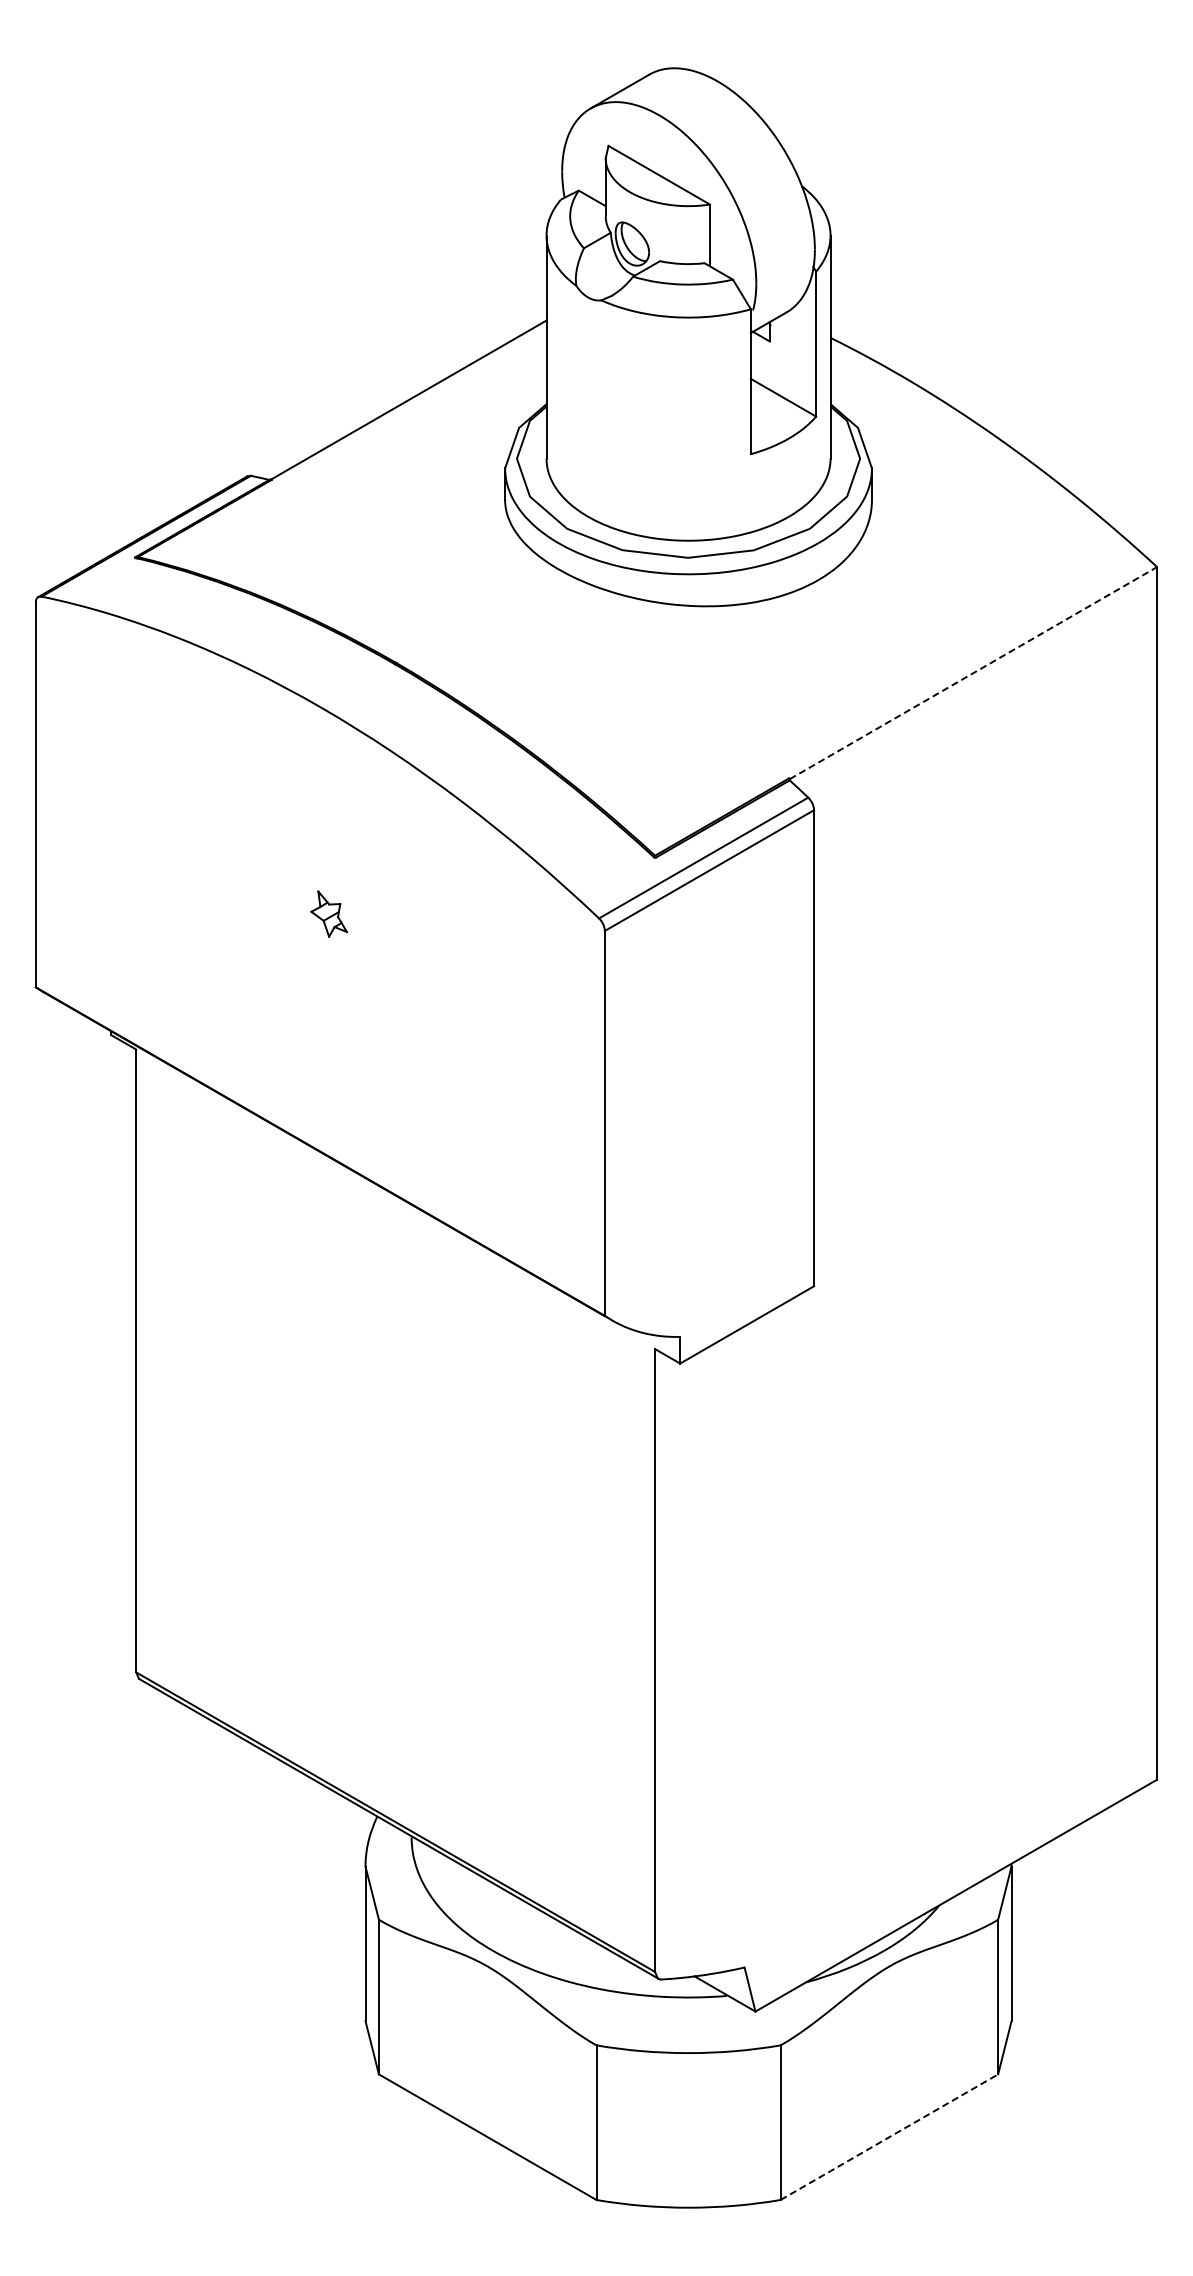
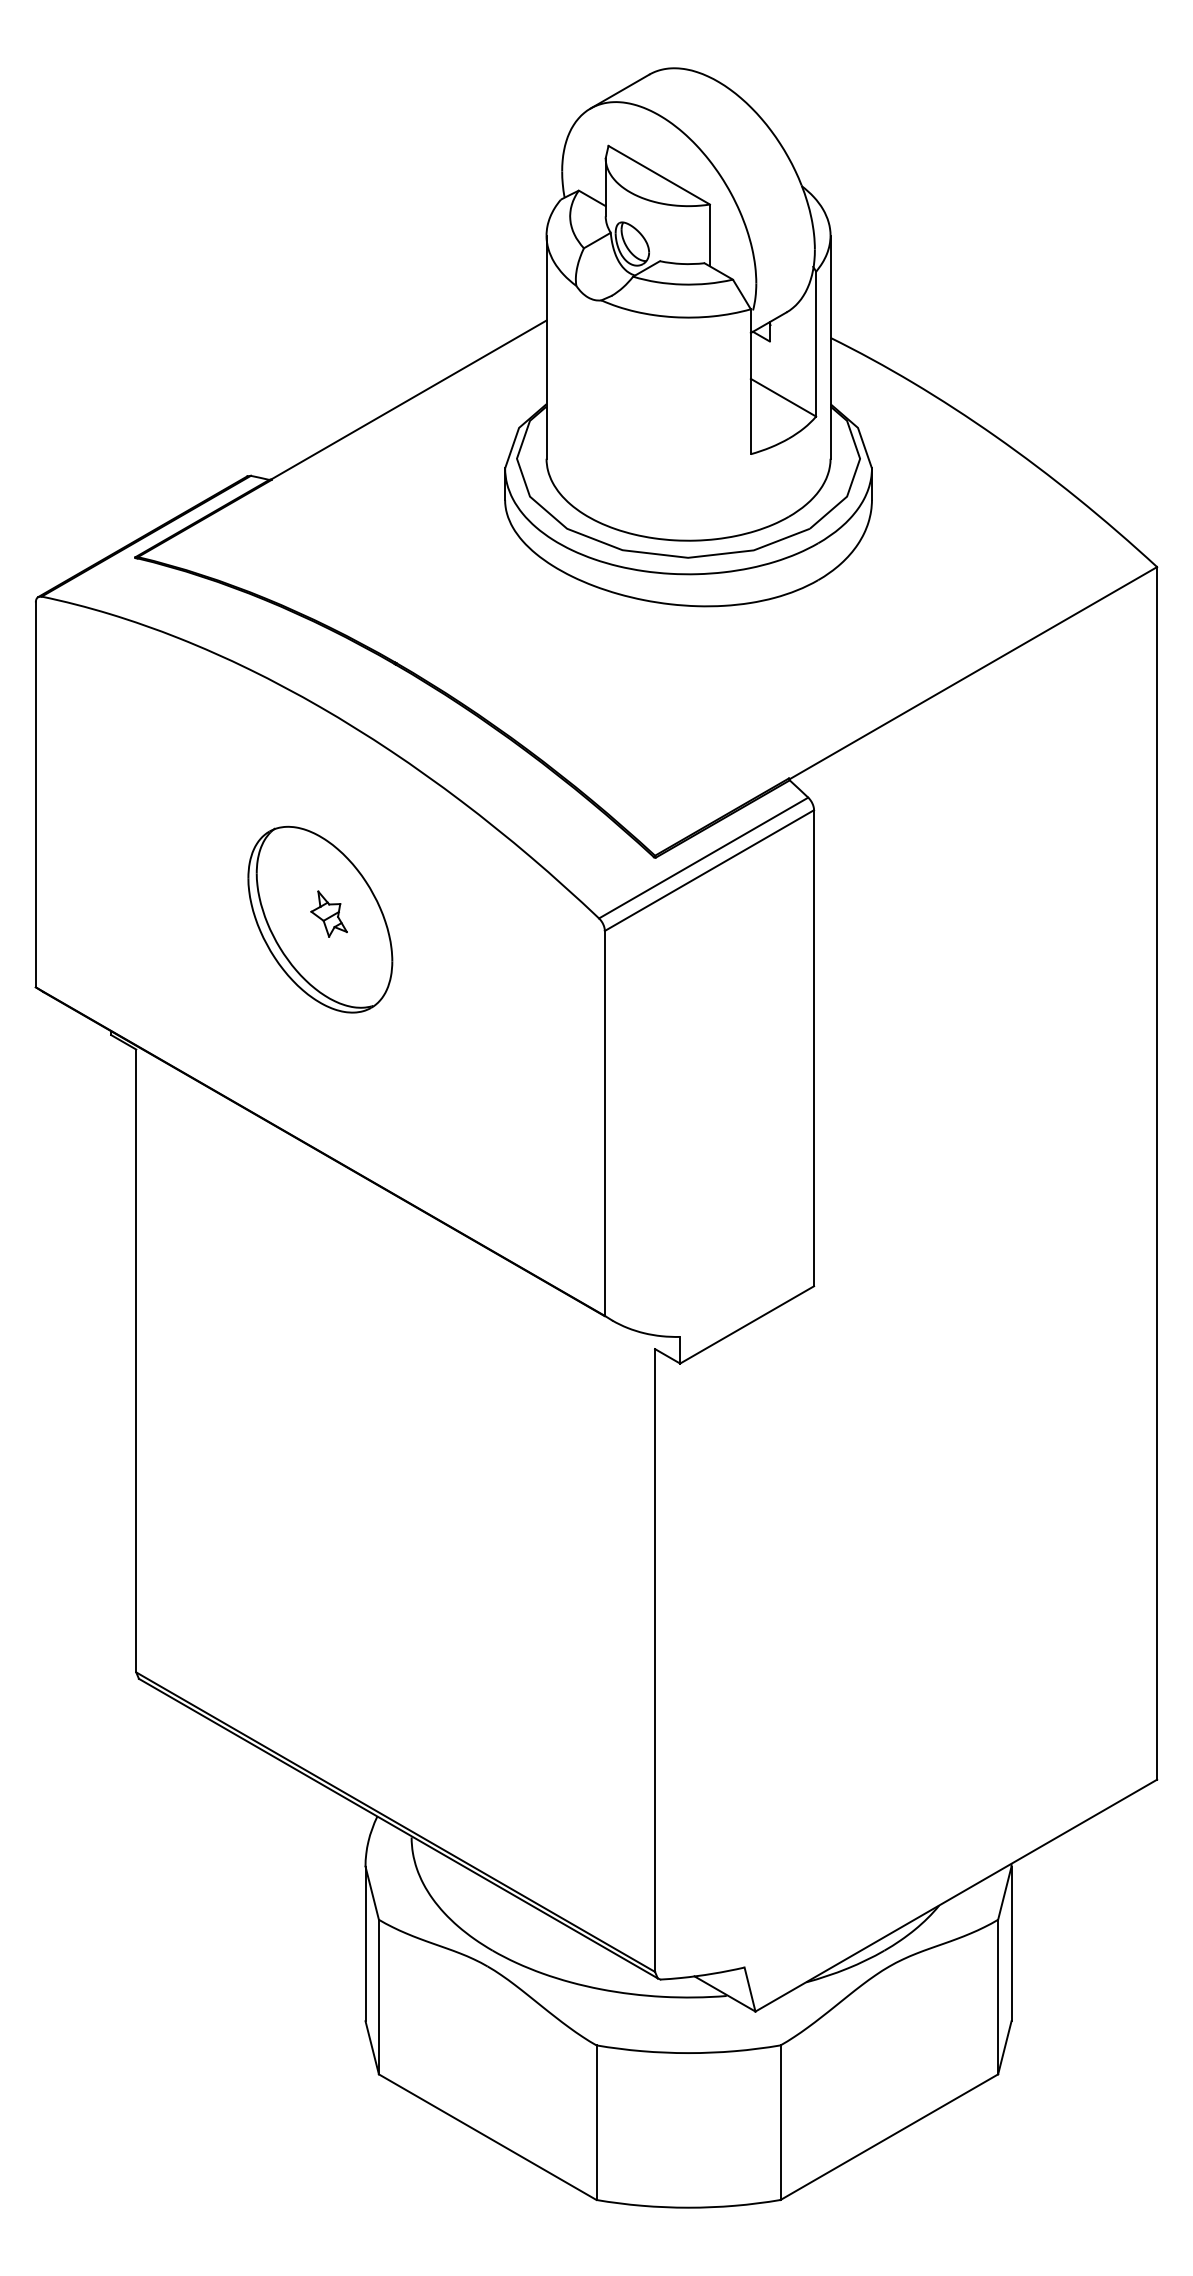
line at (973, 672): dashed -> solid
part at (320, 919): none -> present
line at (889, 2137): dashed -> solid
